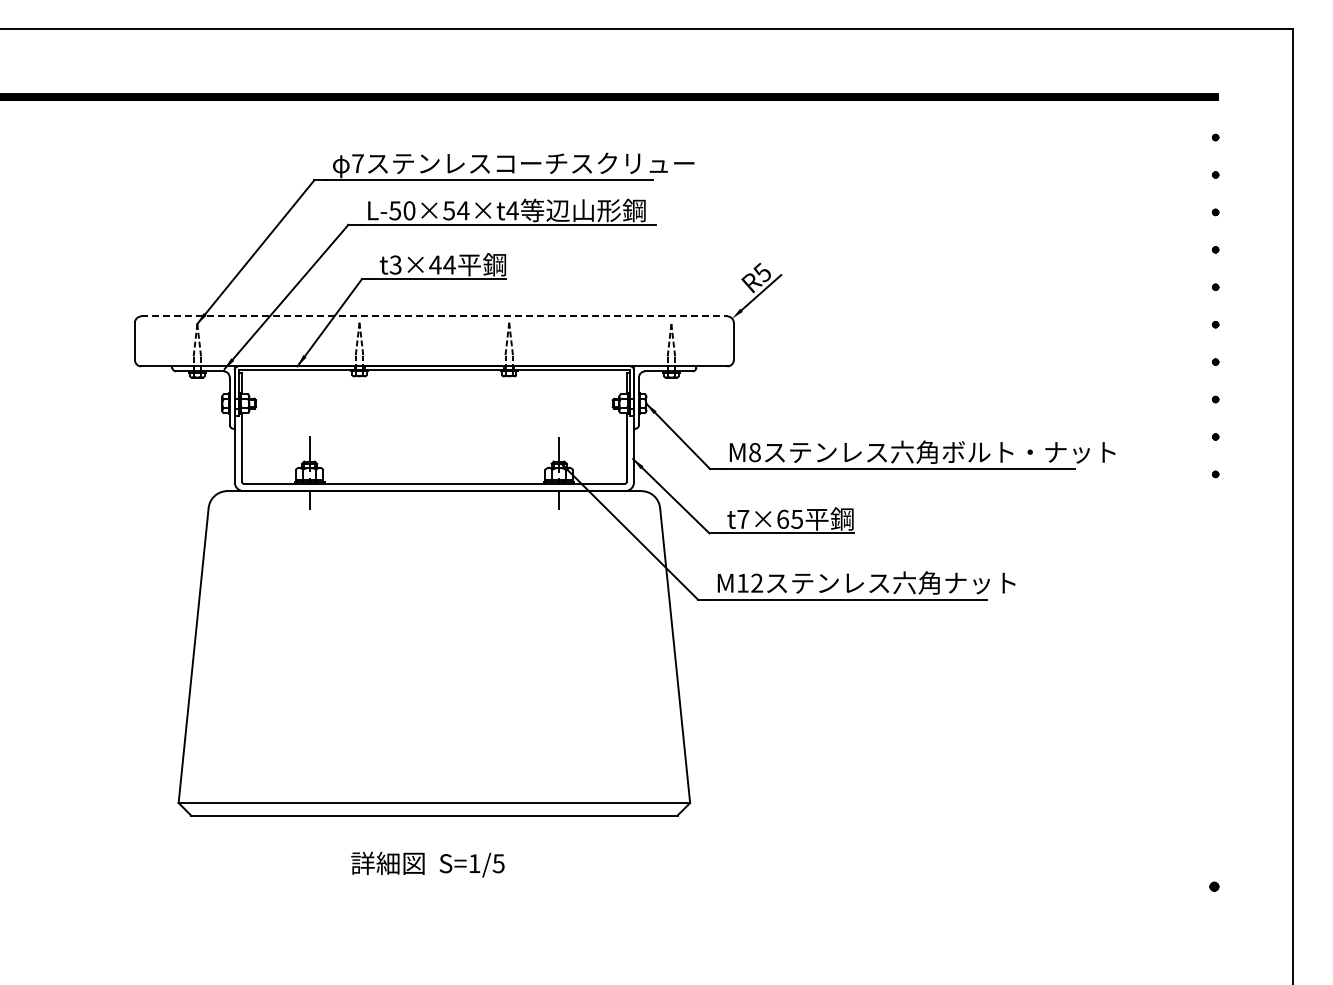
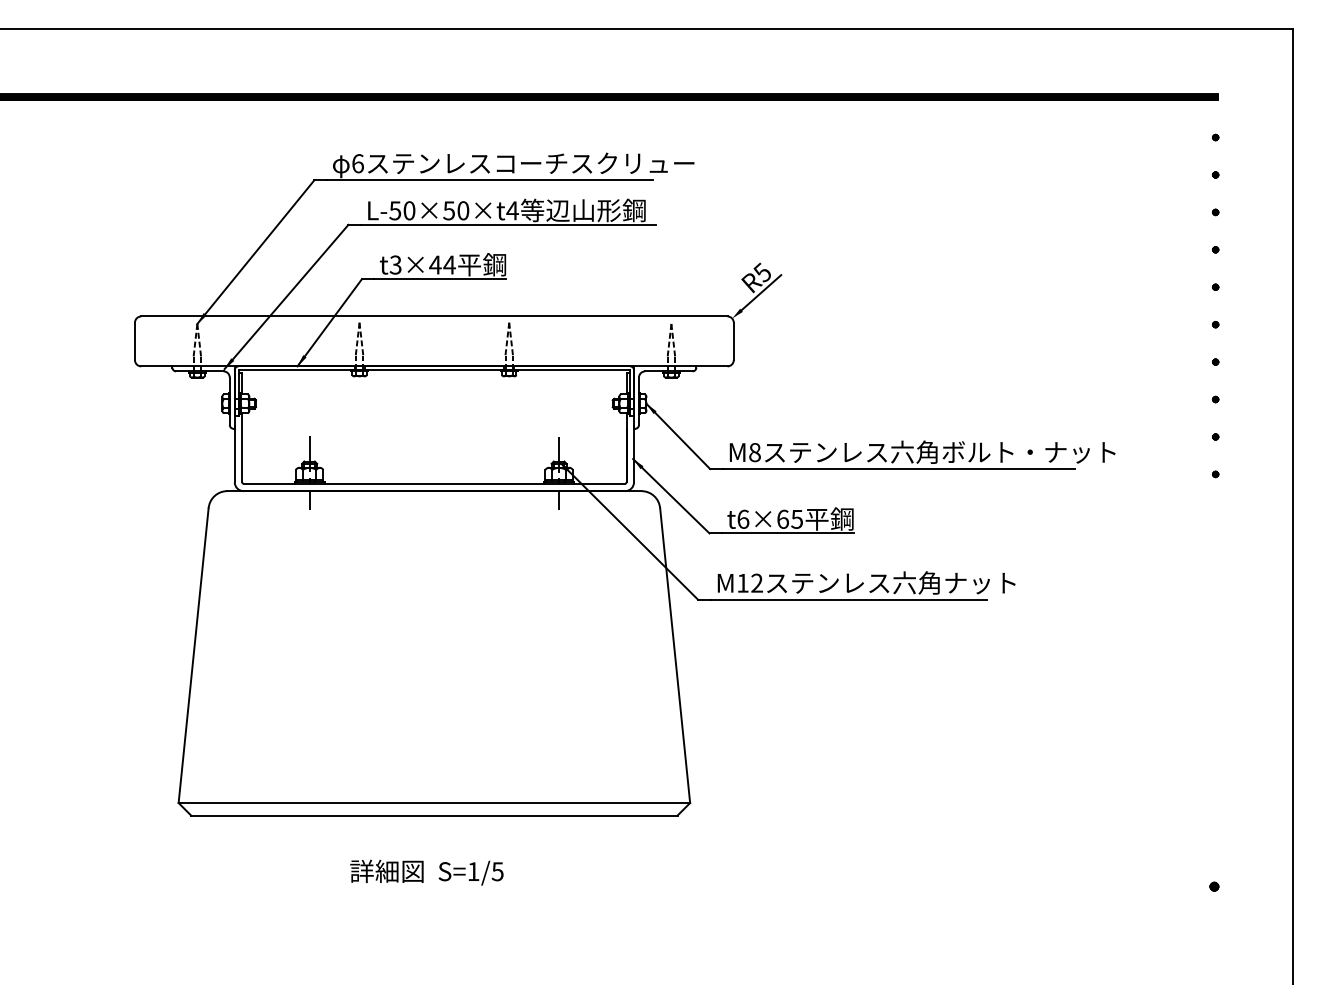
text at (357, 163): 7 -> 6
text at (462, 210): L-50×54×t4 -> L-50×50×t4
line at (434, 316): dashed -> solid
text at (743, 518): t7×65 -> t6×65
text at (427, 864) position: (427, 864) -> (426, 872)
